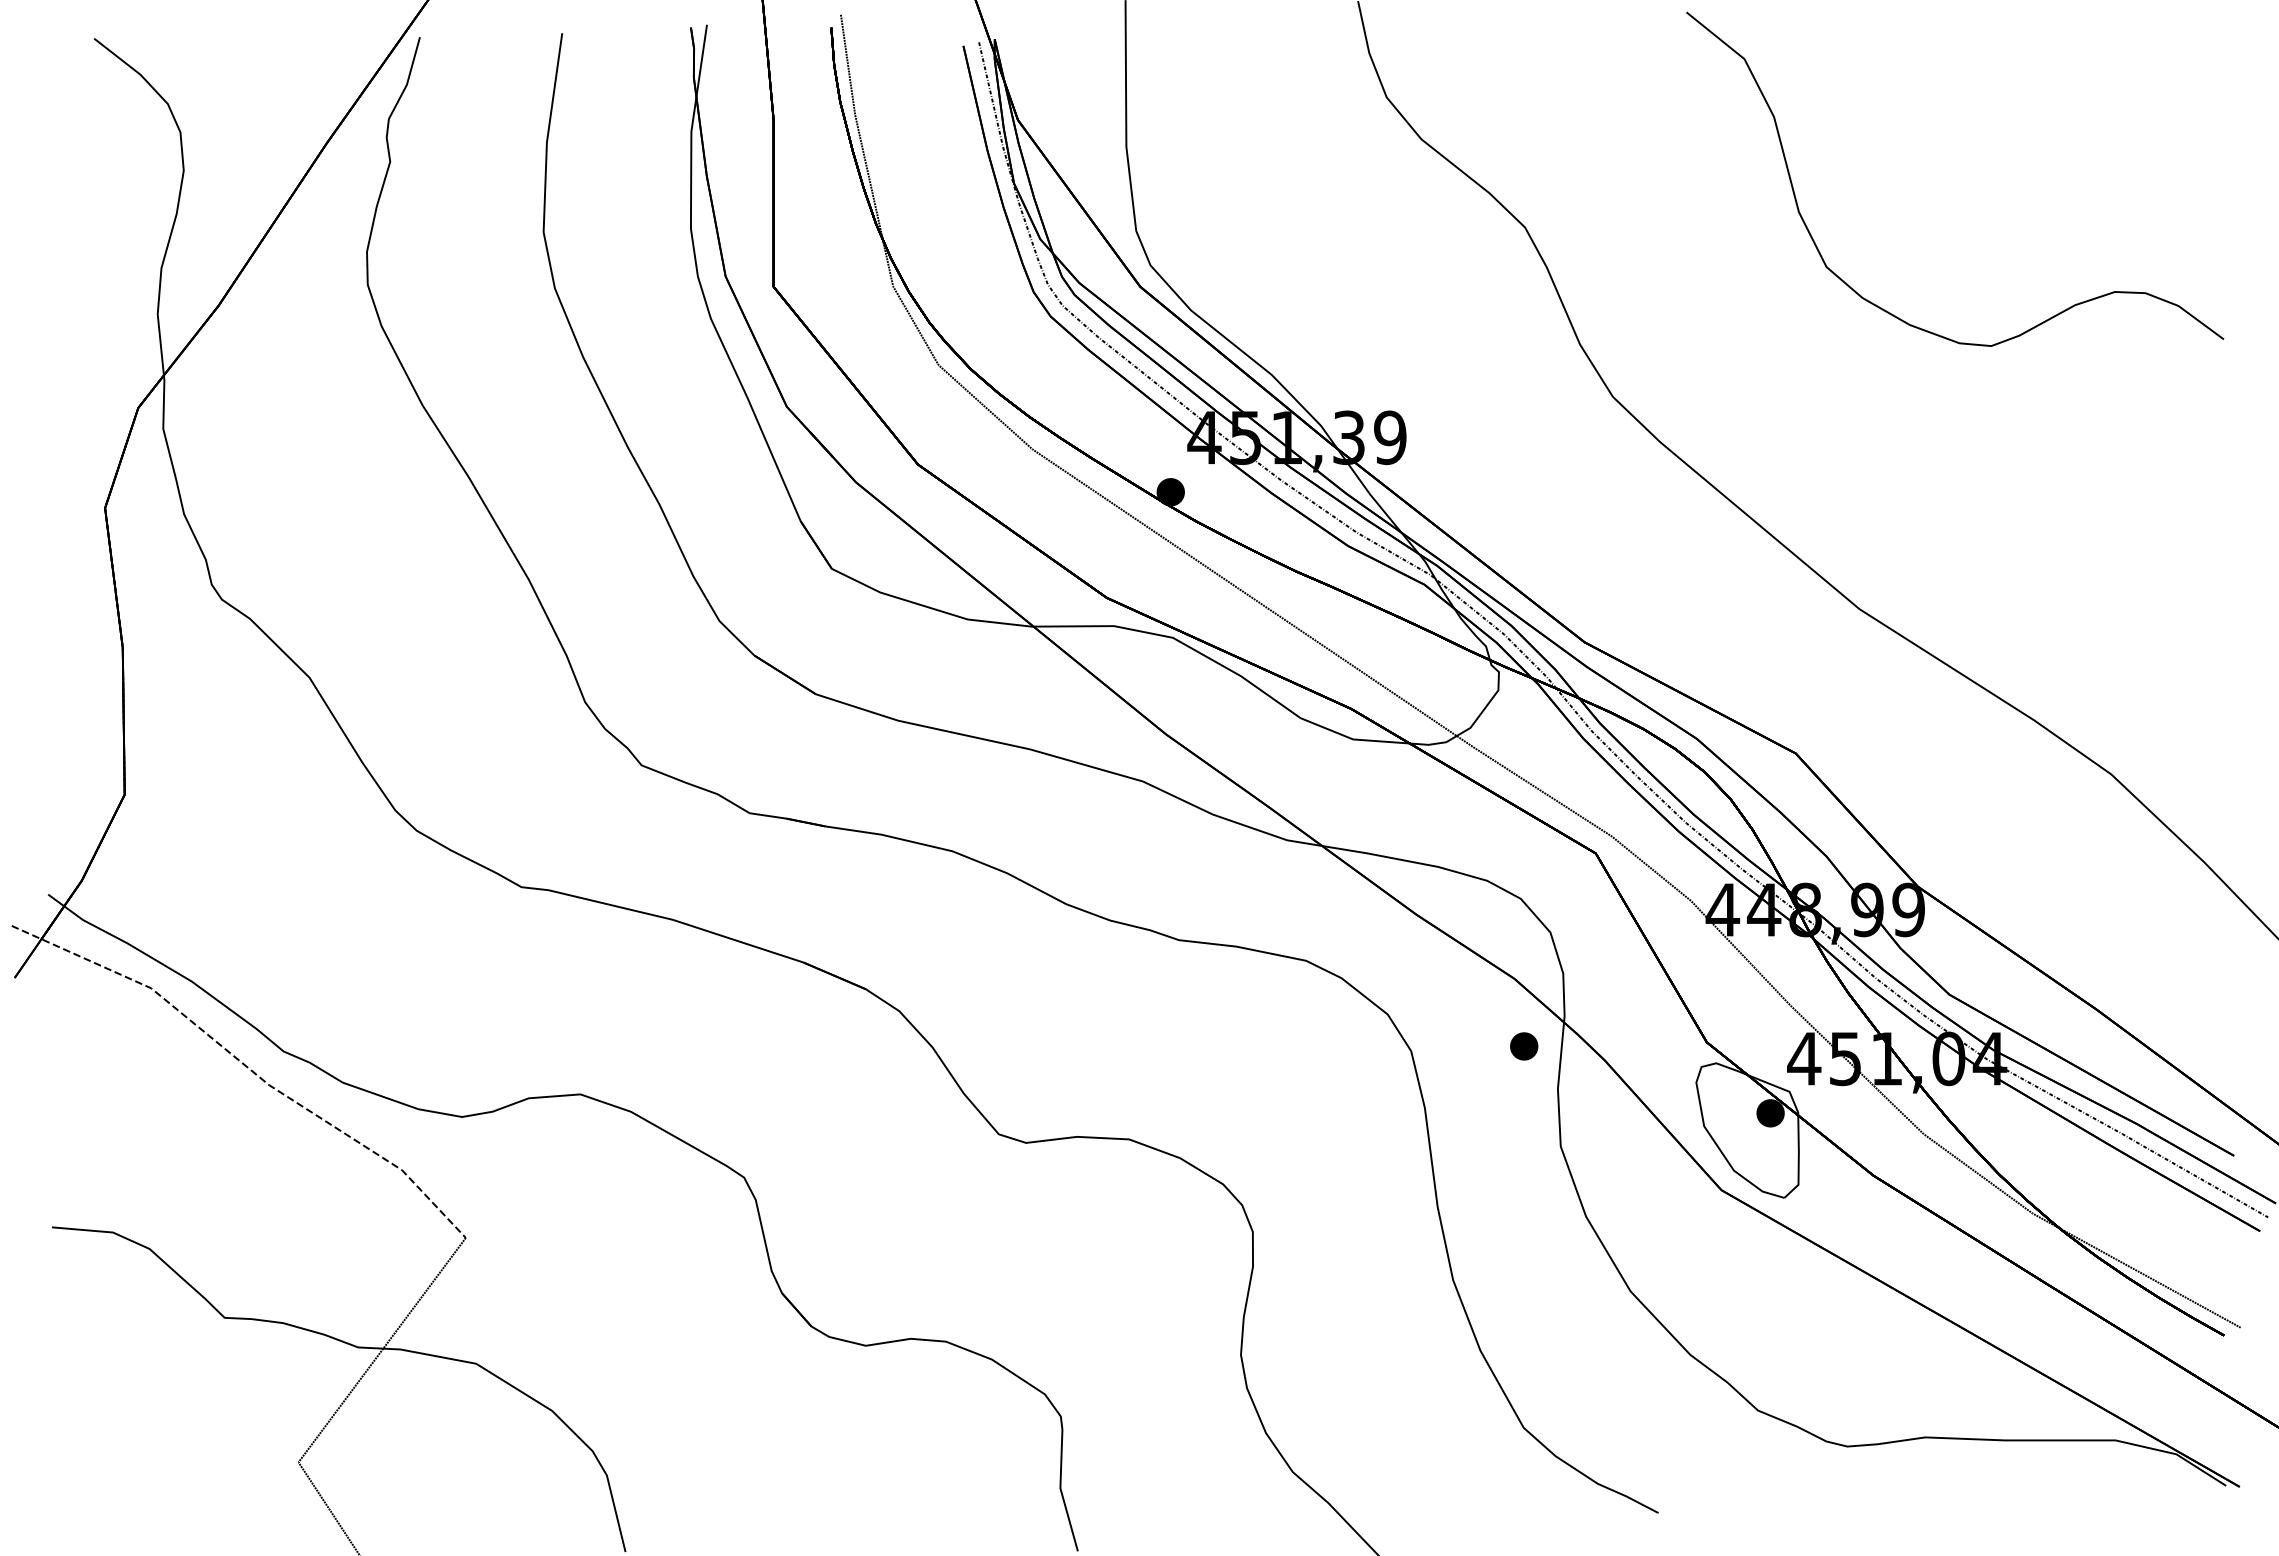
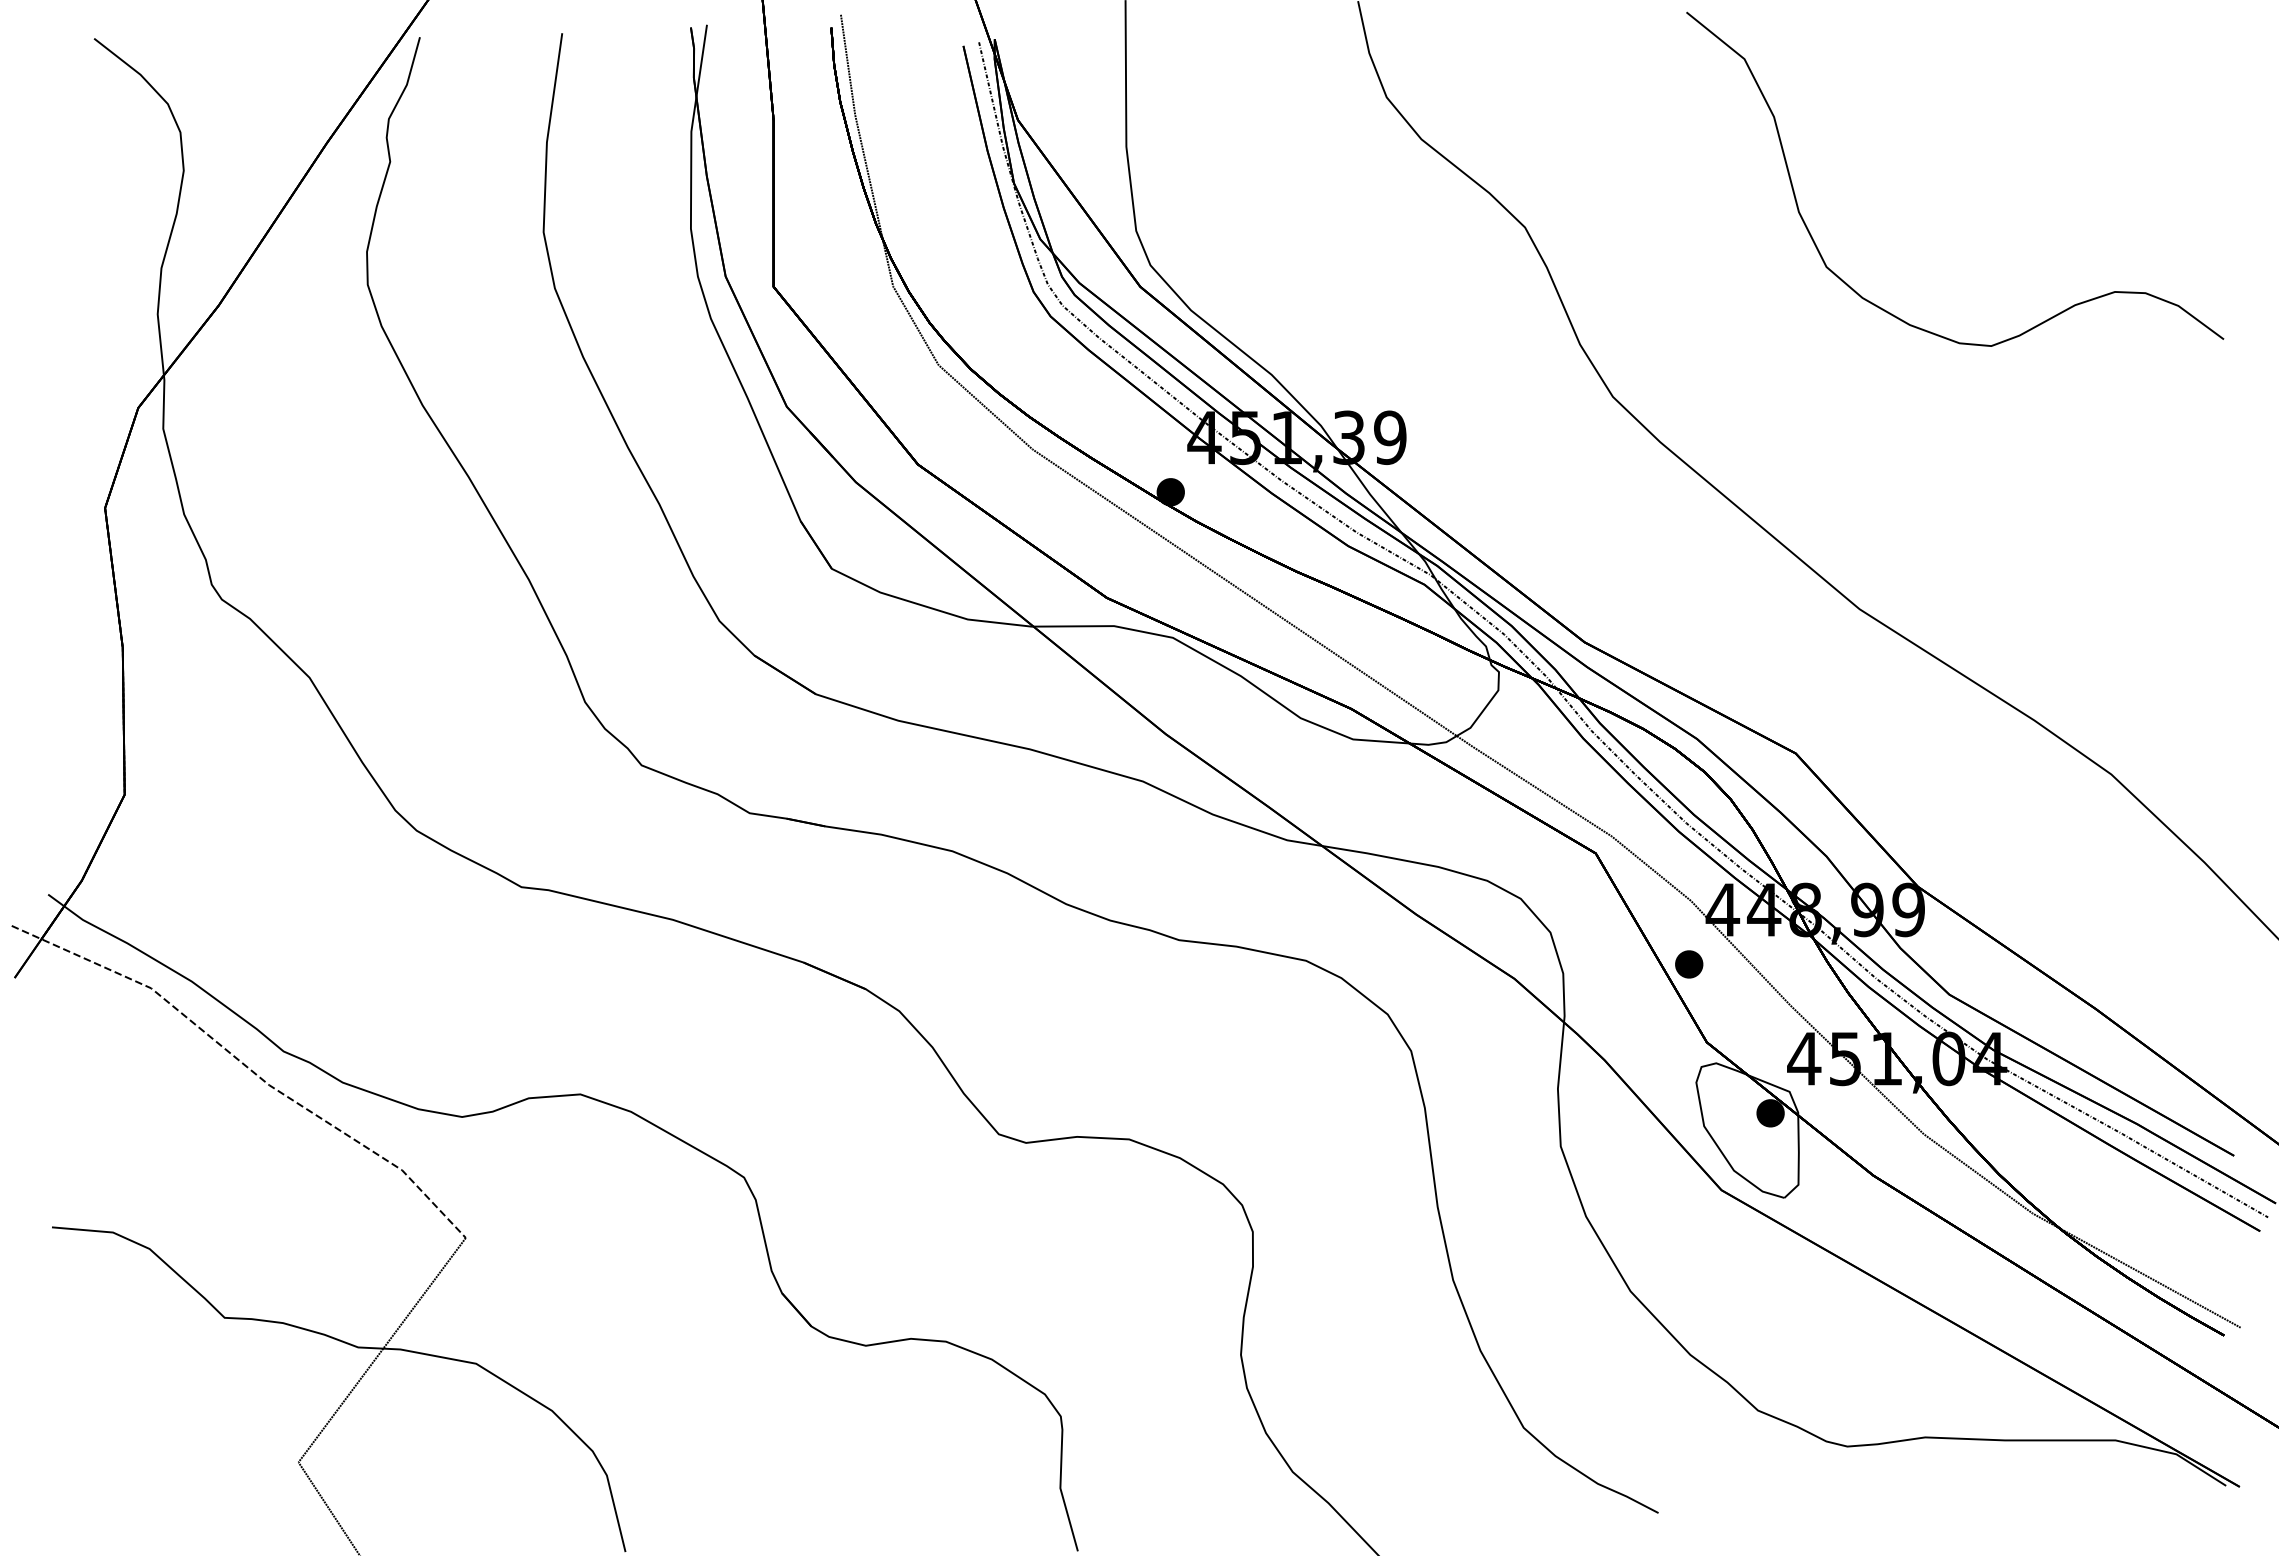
part at (1524, 1046) position: (1524, 1046) -> (1689, 964)
